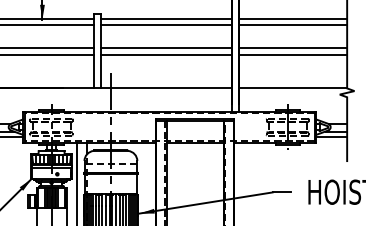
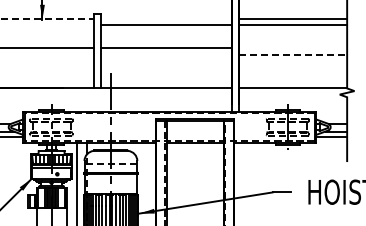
line at (46, 19): solid -> dashed
line at (165, 19): present -> none
line at (47, 25): present -> none
line at (293, 48): present -> none
line at (47, 54): present -> none
line at (165, 54): present -> none
line at (293, 54): solid -> dashed
